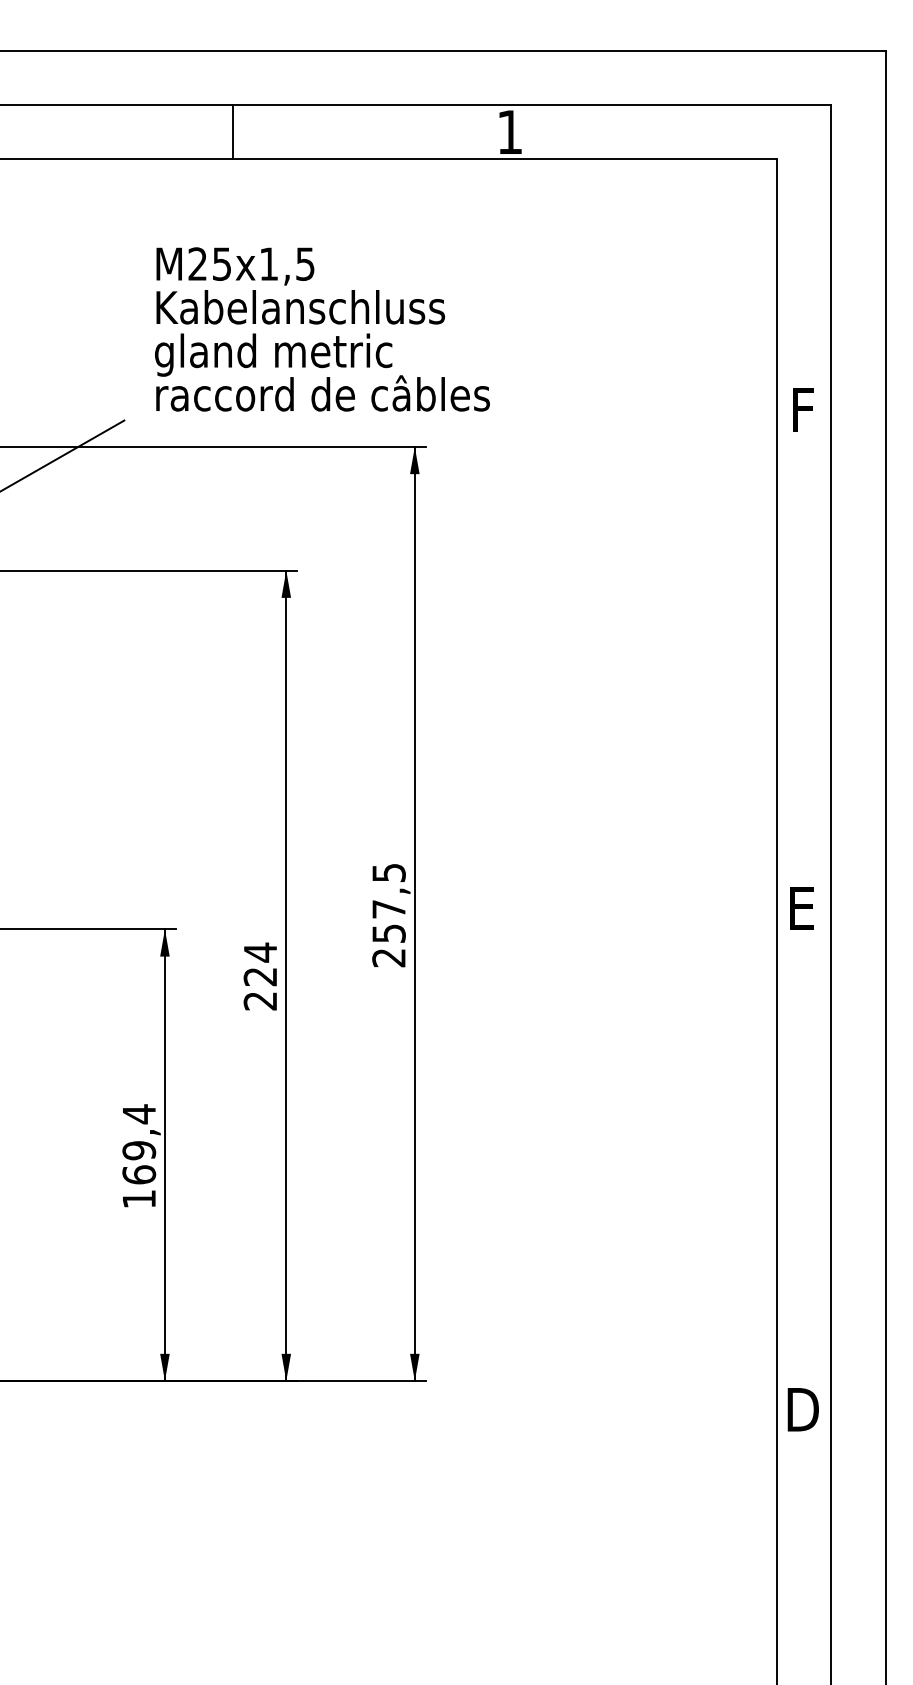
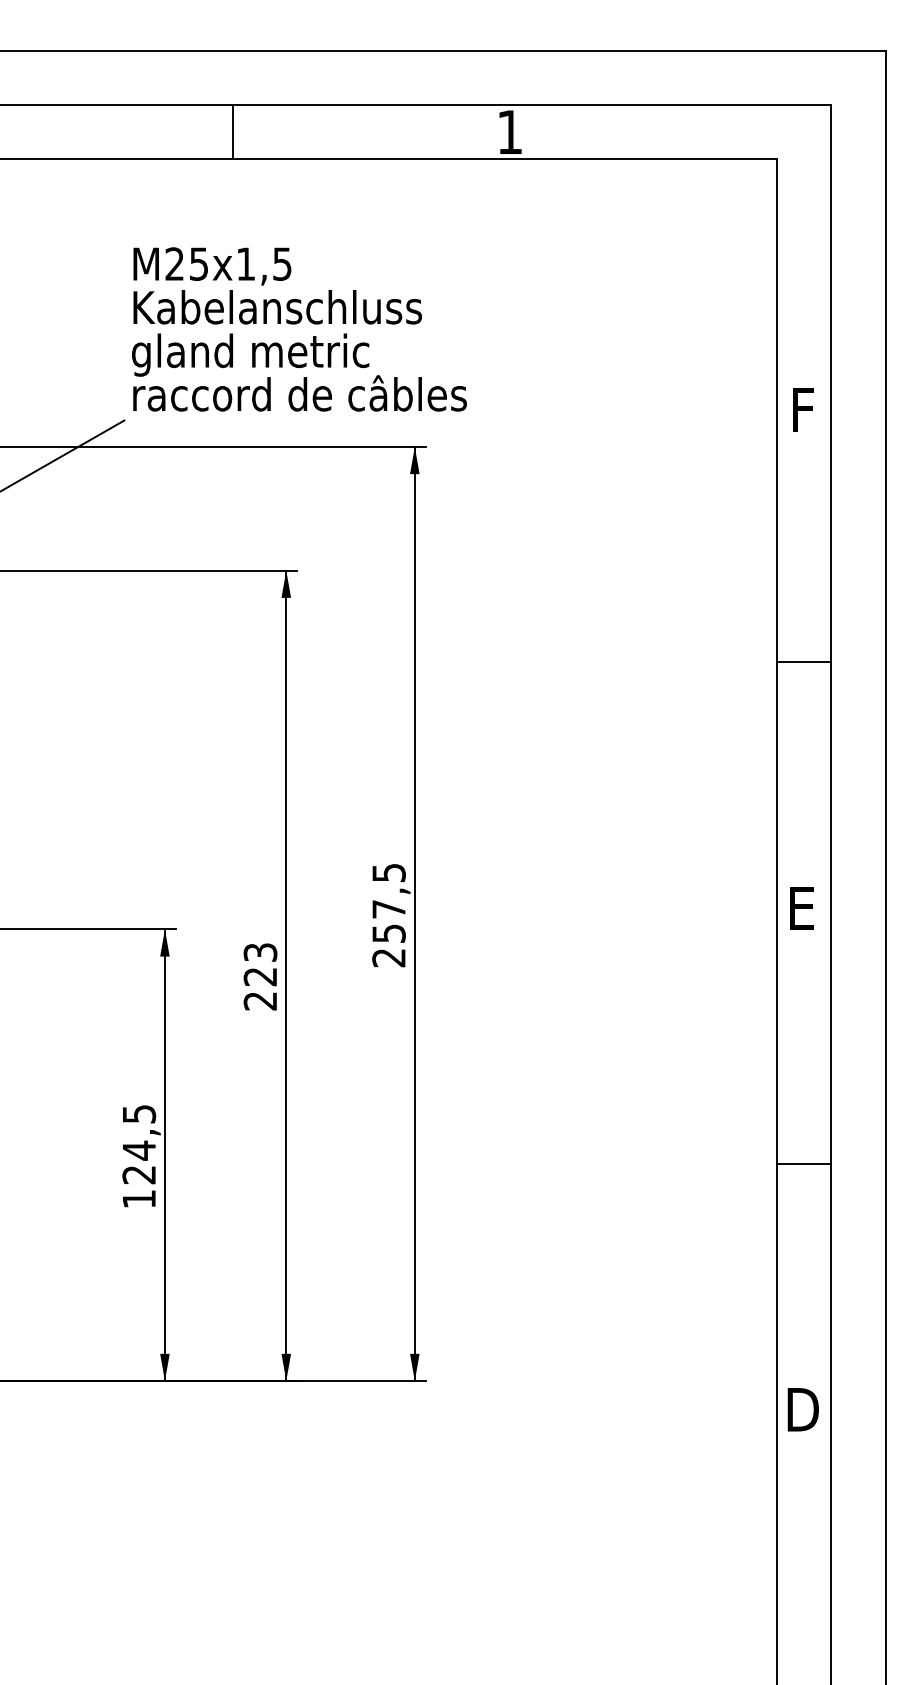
text at (322, 329) position: (322, 329) -> (299, 329)
line at (803, 661): none -> present
text at (260, 952): 224 -> 223
text at (139, 1144): 169,4 -> 124,5
line at (803, 1164): none -> present
